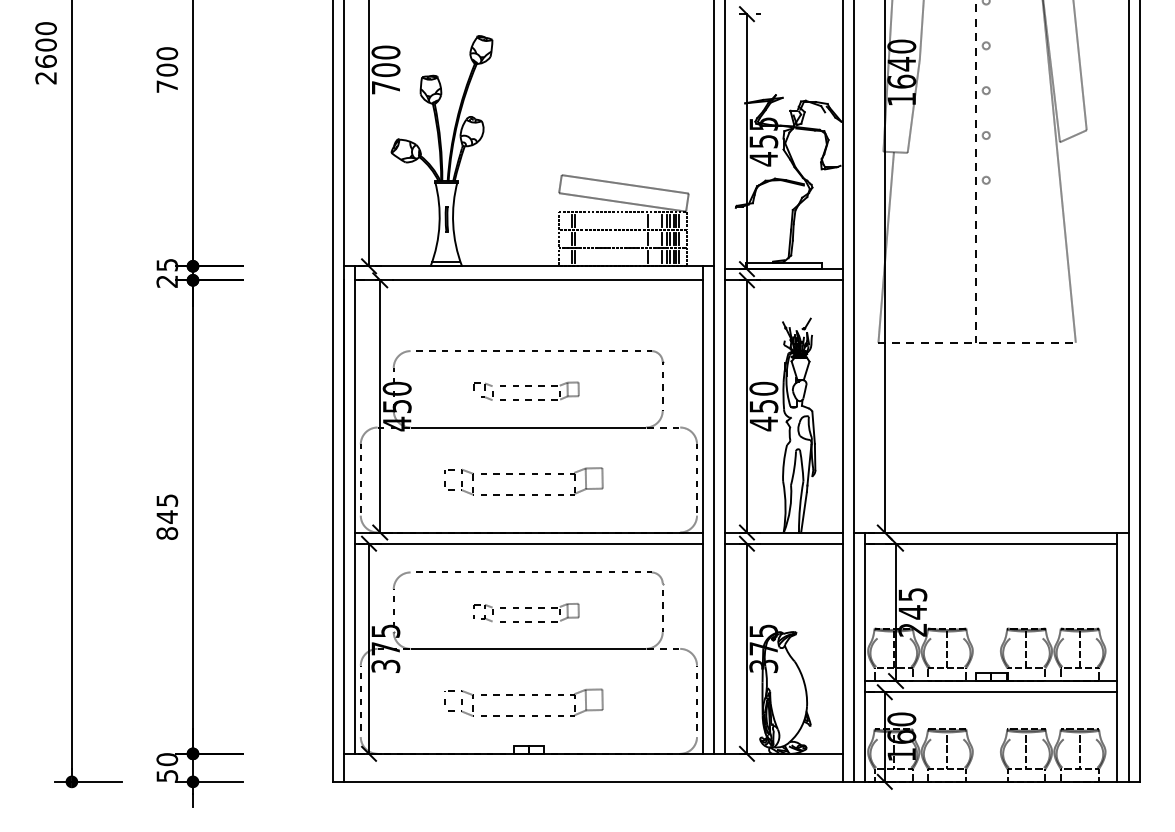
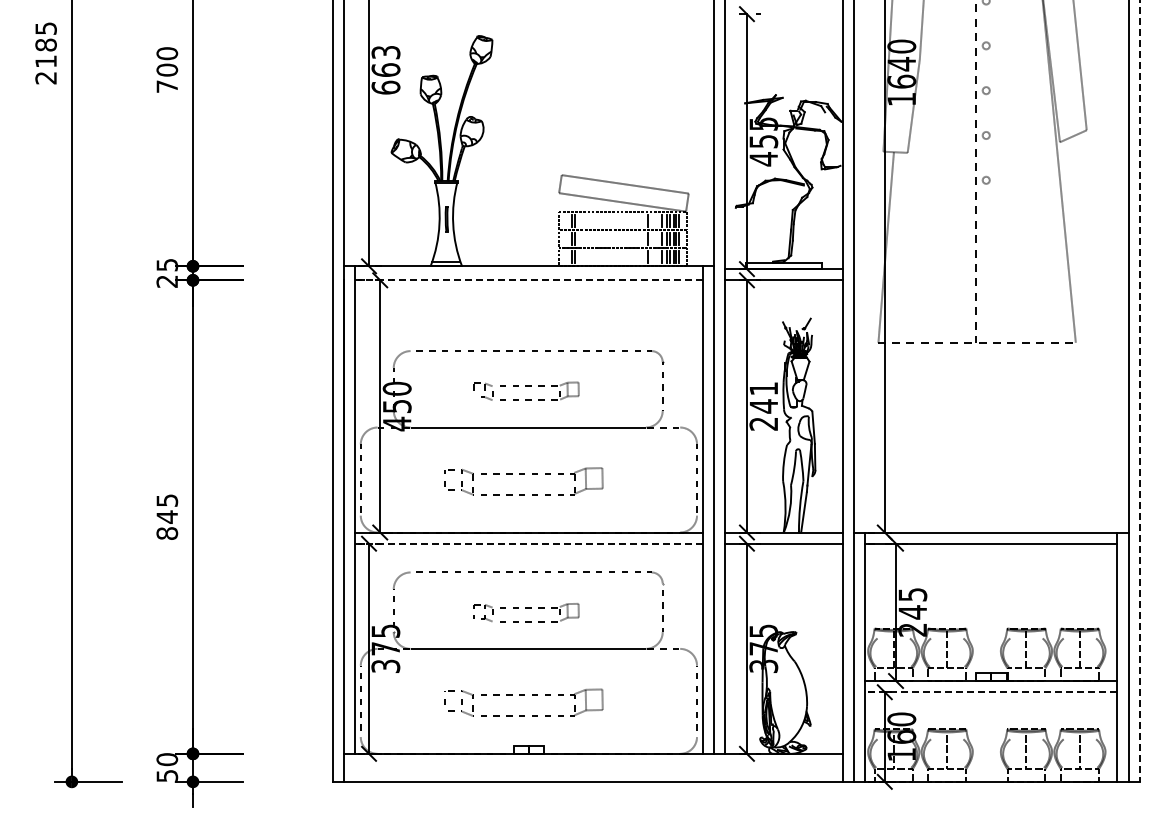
text at (45, 44): 2600 -> 2185
text at (385, 69): 700 -> 663
line at (528, 280): solid -> dashed
line at (1139, 391): solid -> dashed
text at (763, 406): 450 -> 241
line at (528, 543): solid -> dashed
line at (990, 692): solid -> dashed
